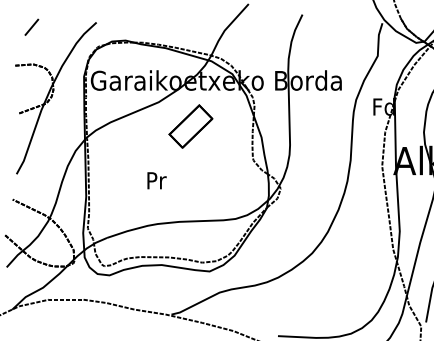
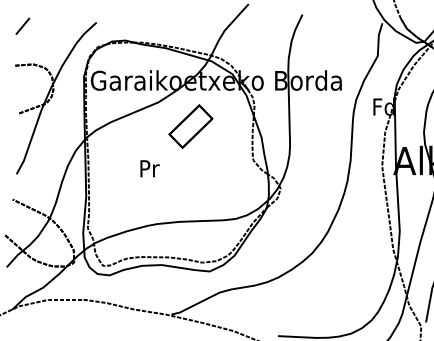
line at (31, 26) position: (31, 26) -> (22, 25)
text at (156, 180) position: (156, 180) -> (149, 168)
